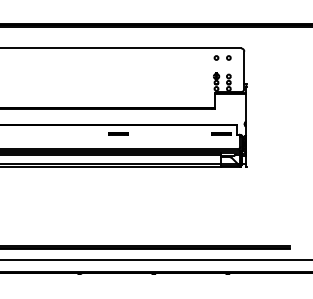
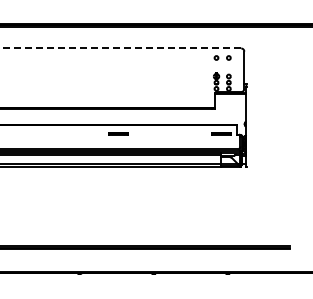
line at (120, 48): solid -> dashed
line at (155, 260): present -> none
